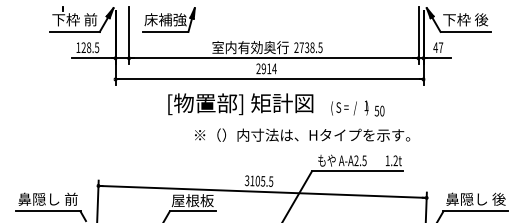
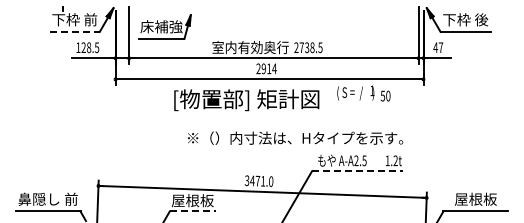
part at (168, 19) position: (168, 19) -> (164, 26)
line at (75, 31): solid -> dashed
text at (240, 104) position: (240, 104) -> (246, 100)
text at (357, 108) position: (357, 108) -> (363, 93)
text at (302, 134) position: (302, 134) -> (295, 137)
line at (357, 171): solid -> dashed
text at (261, 180): 3105.5 -> 3471.0
text at (475, 198): 鼻隠し 後 -> 屋根板
line at (192, 211): solid -> dashed
